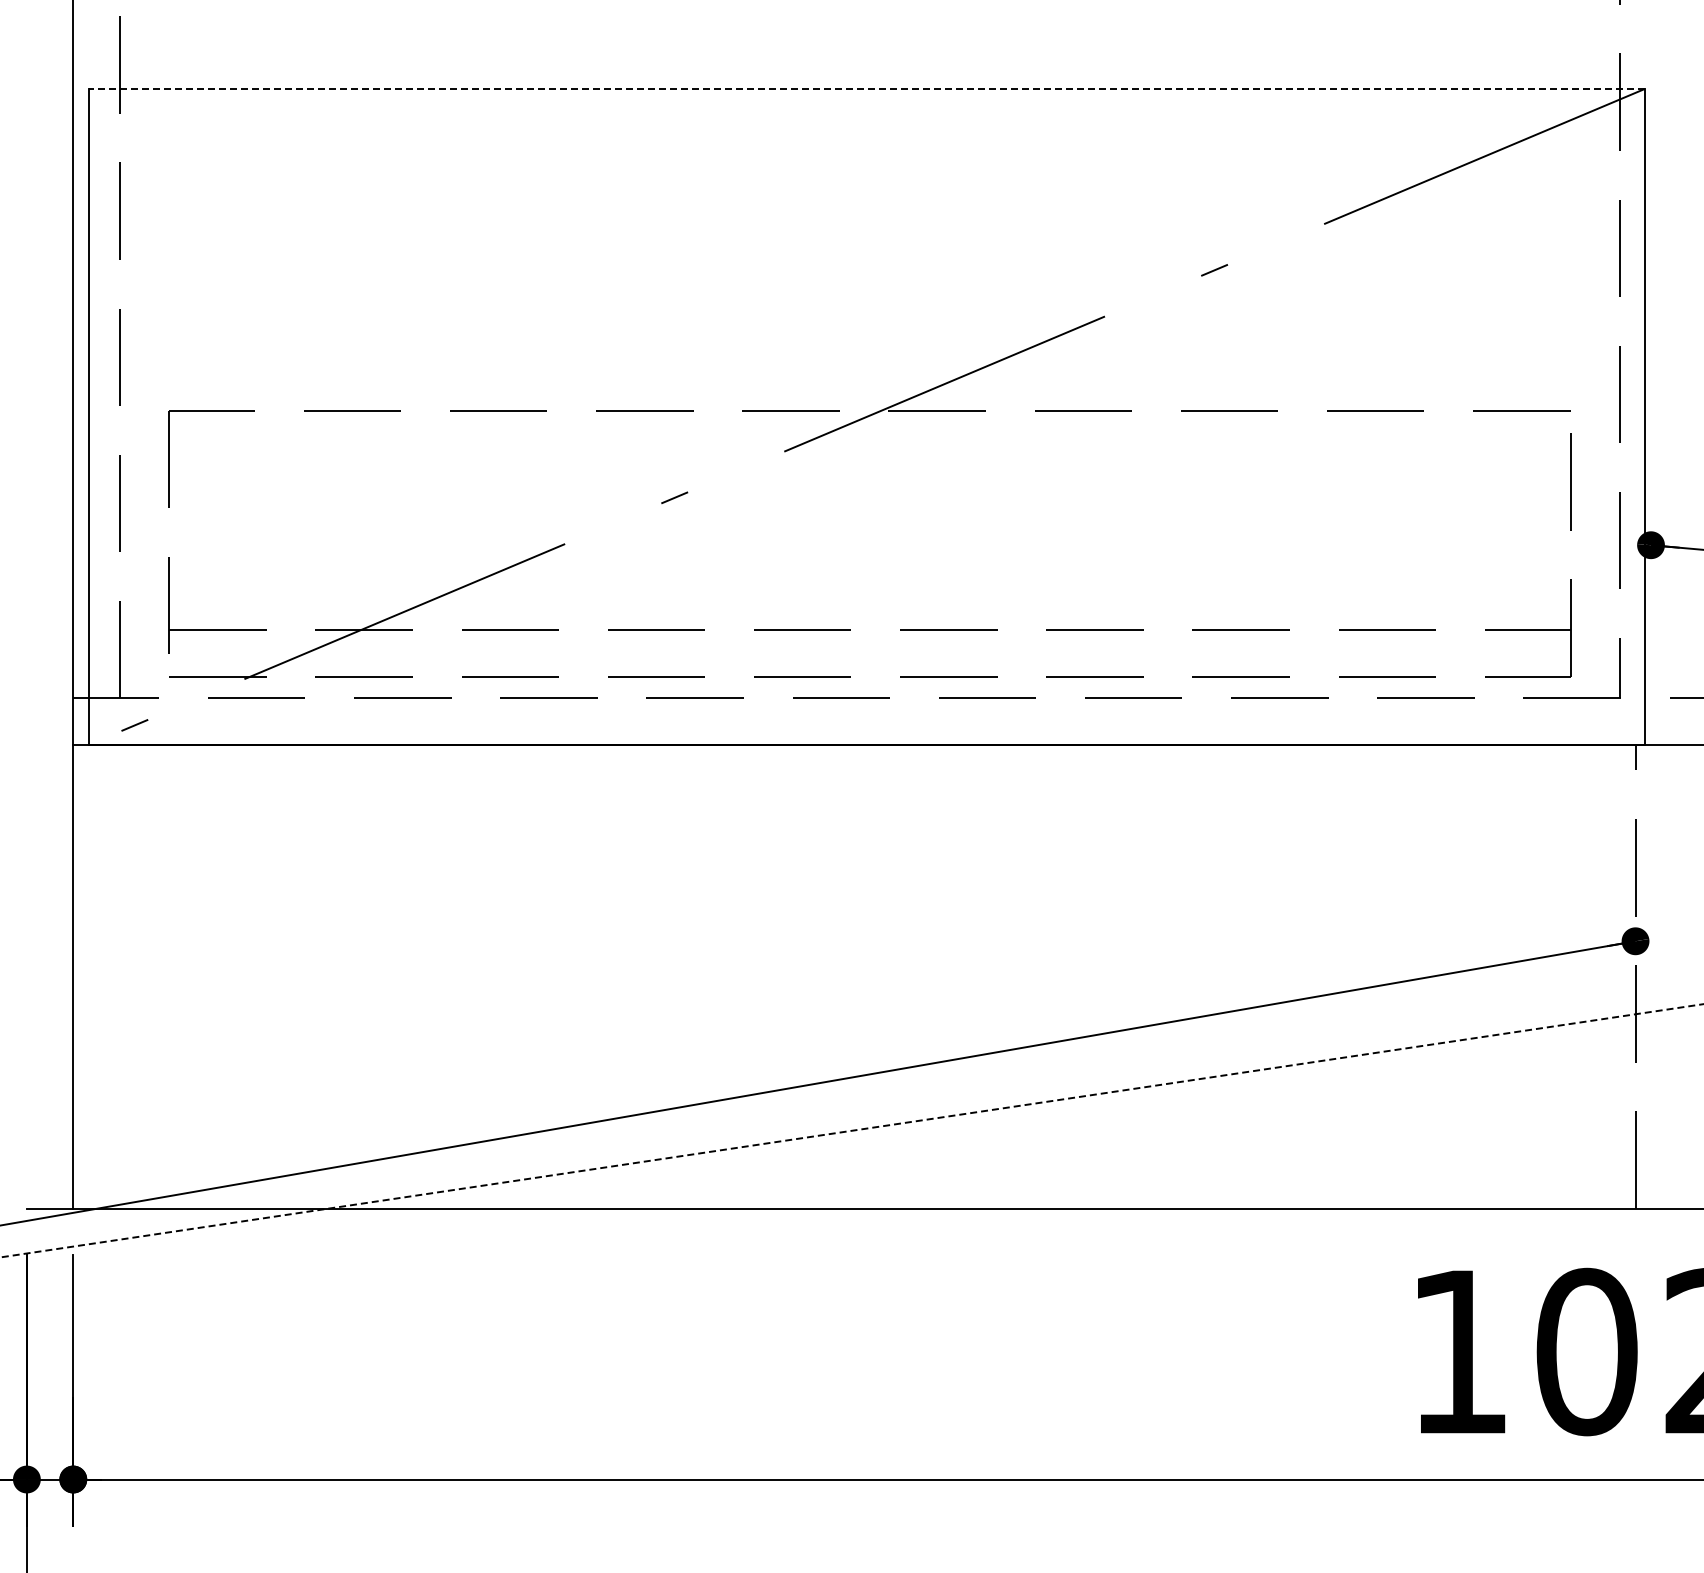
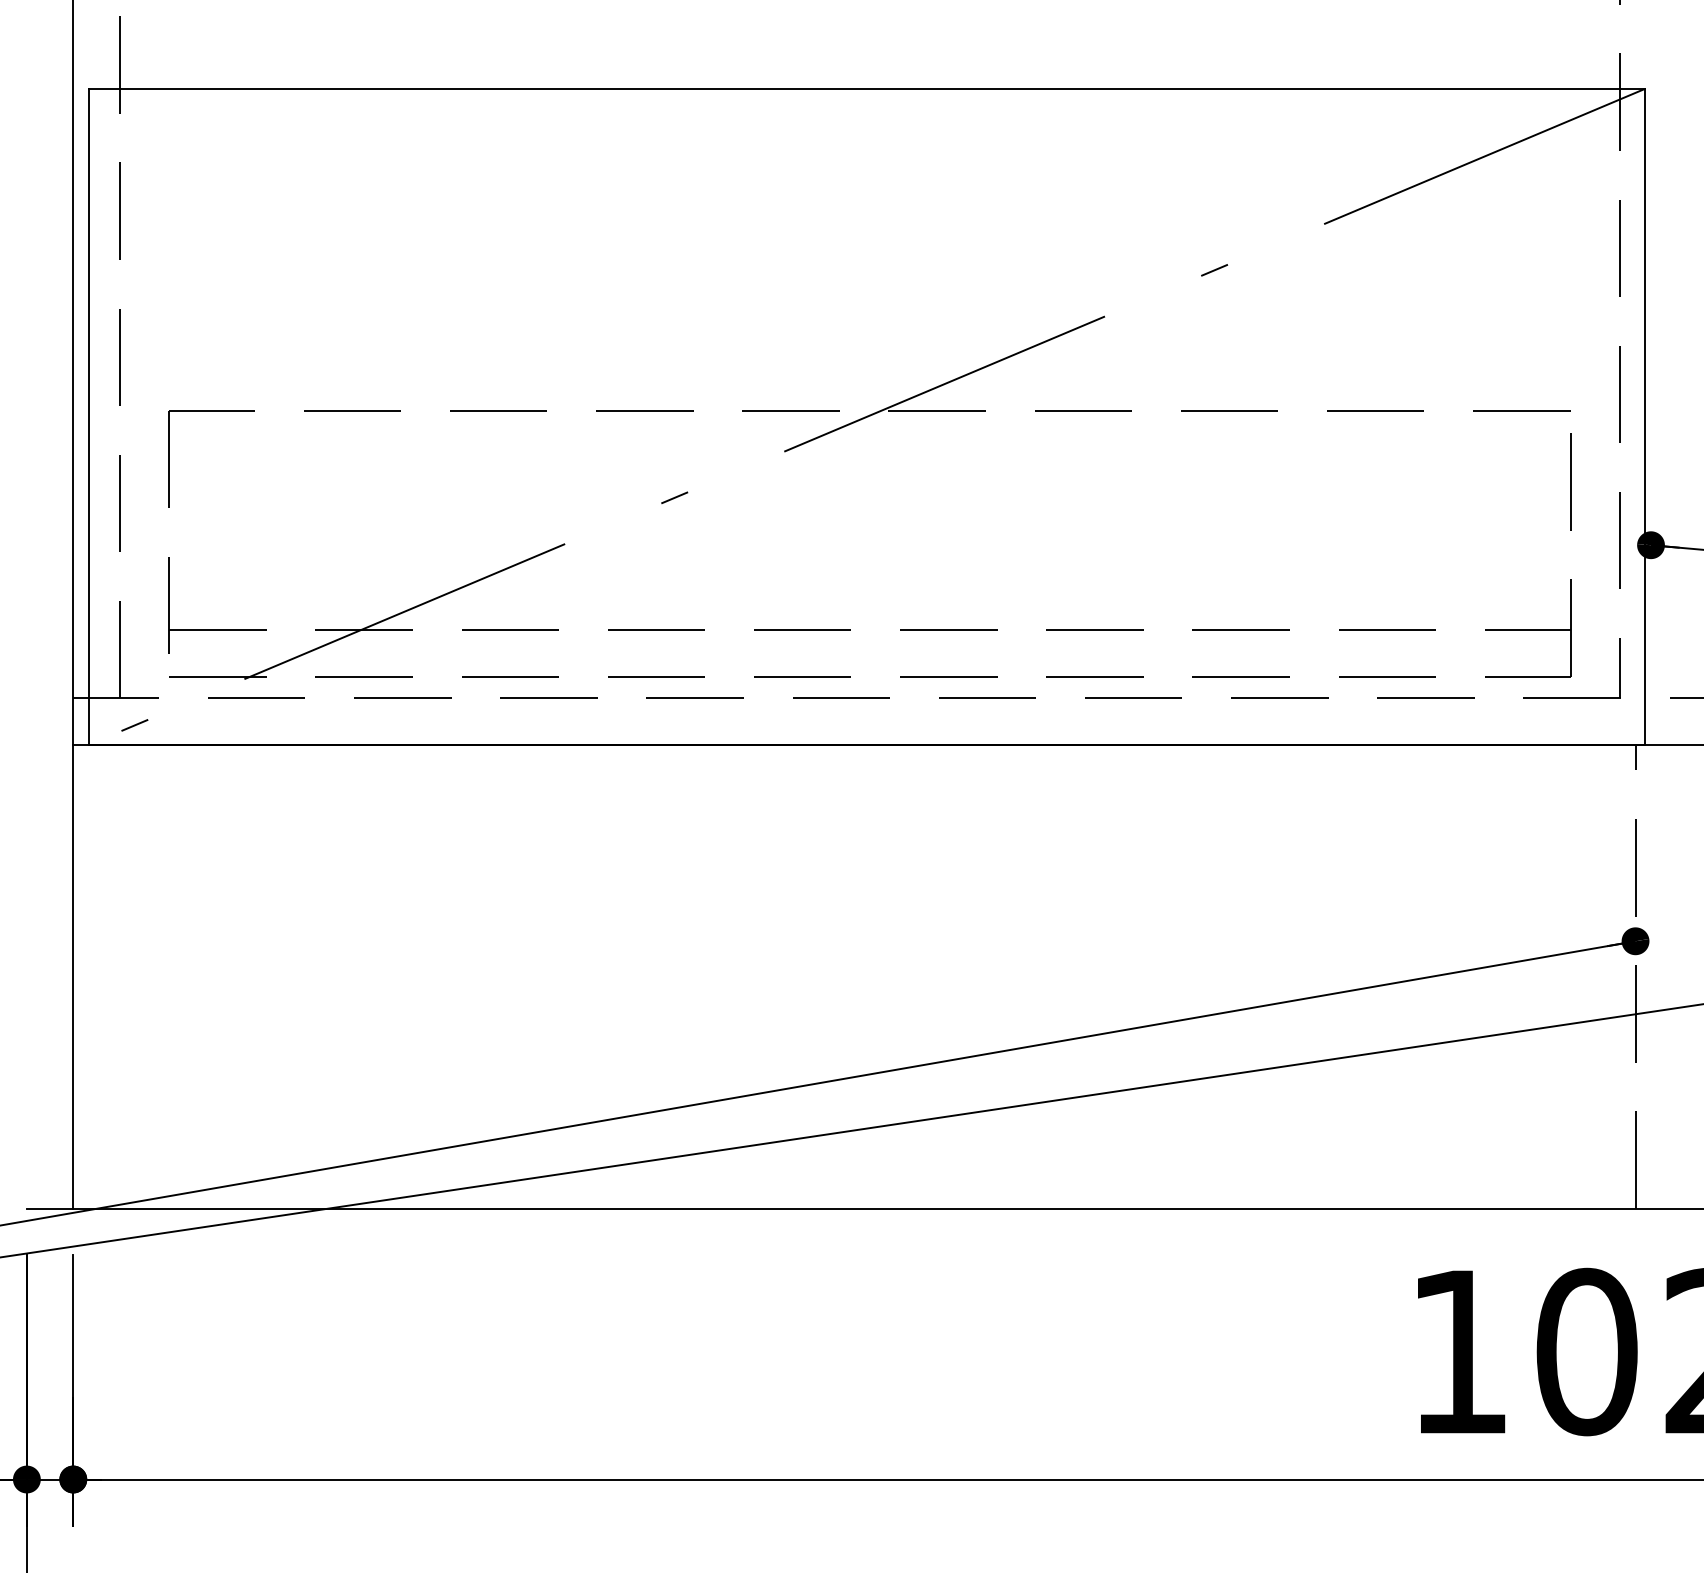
line at (866, 88): dashed -> solid
line at (851, 1130): dashed -> solid
